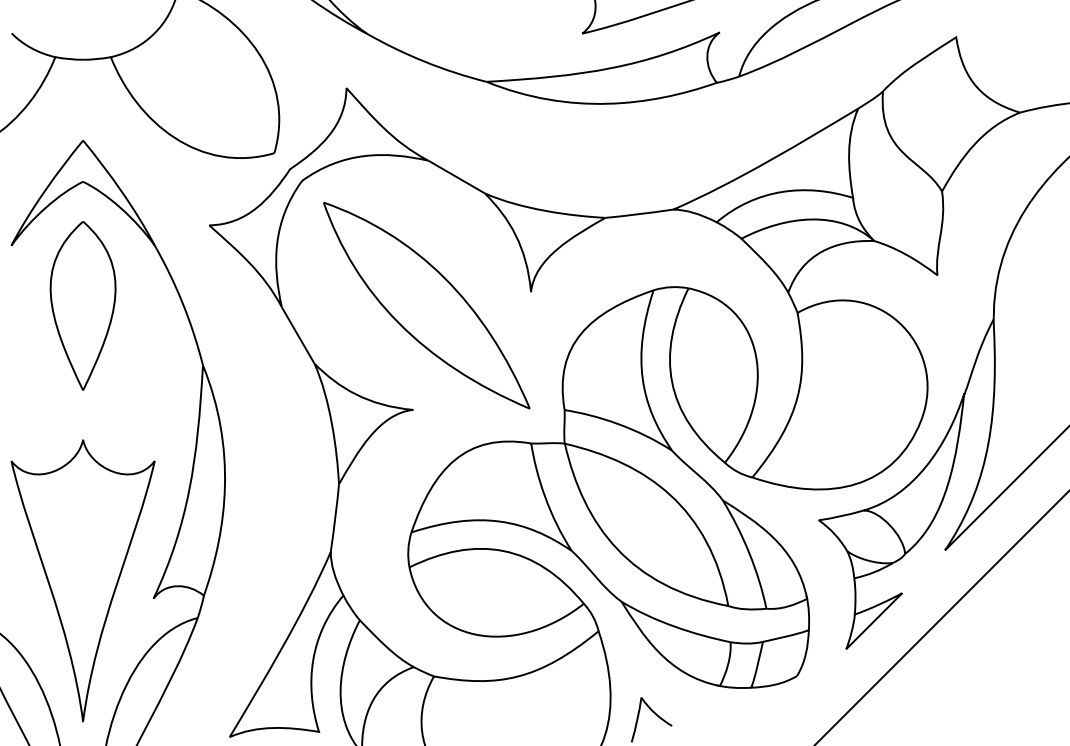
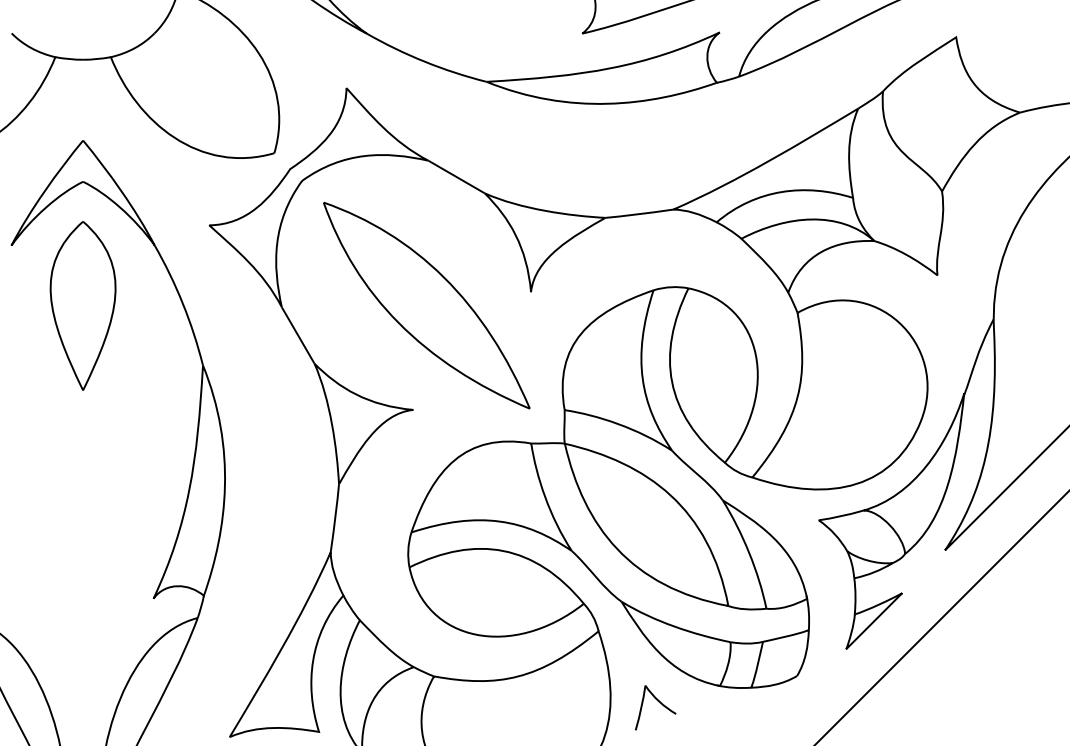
part at (82, 580): present -> none
curve at (654, 714) position: (654, 714) -> (658, 702)
